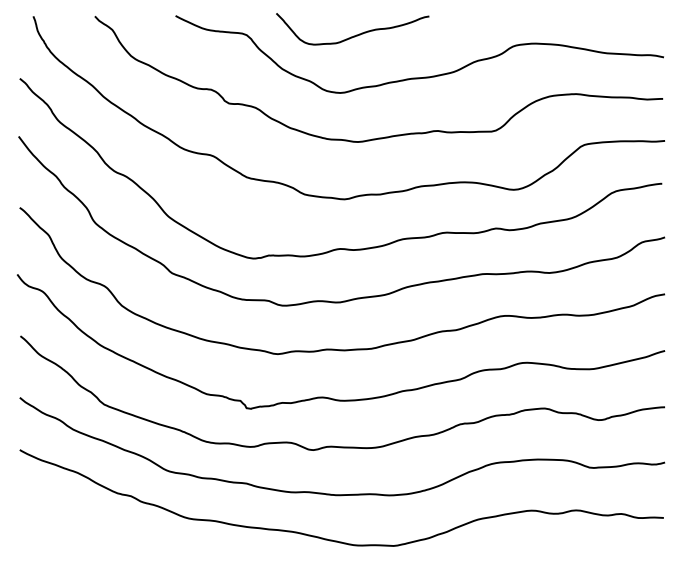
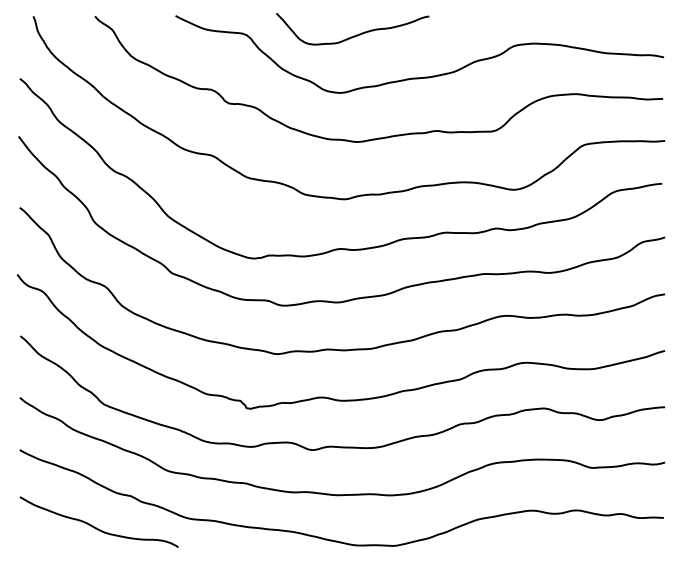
curve at (96, 527): none -> present
